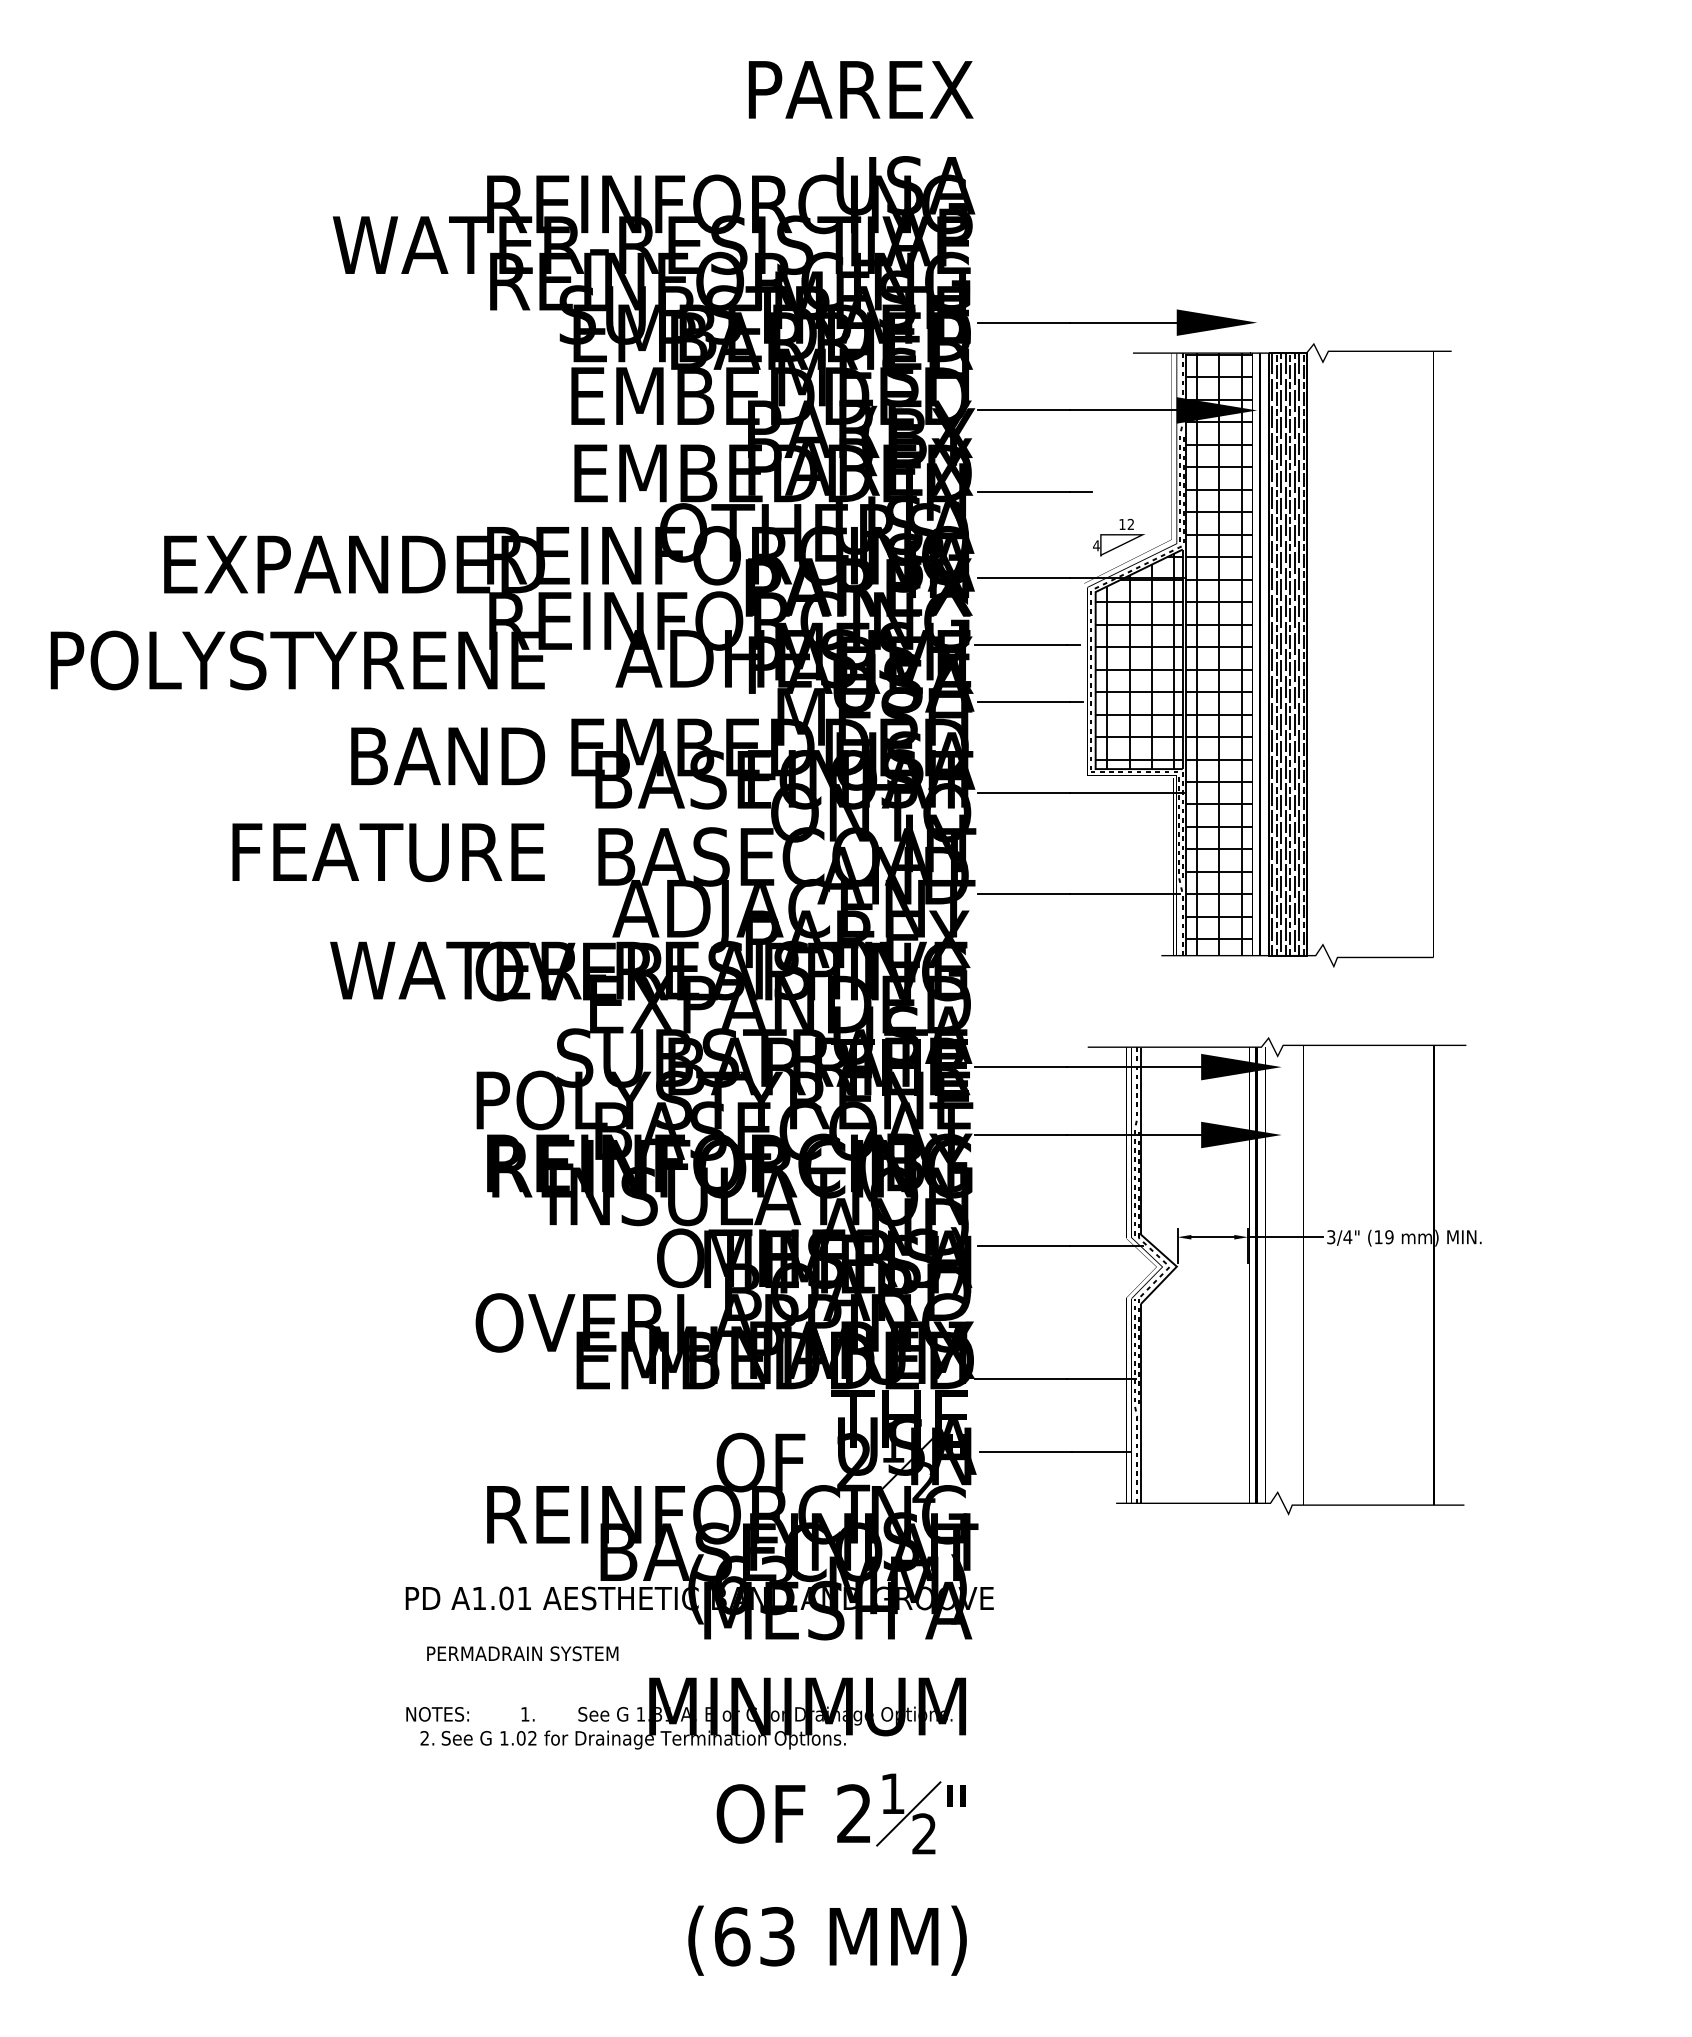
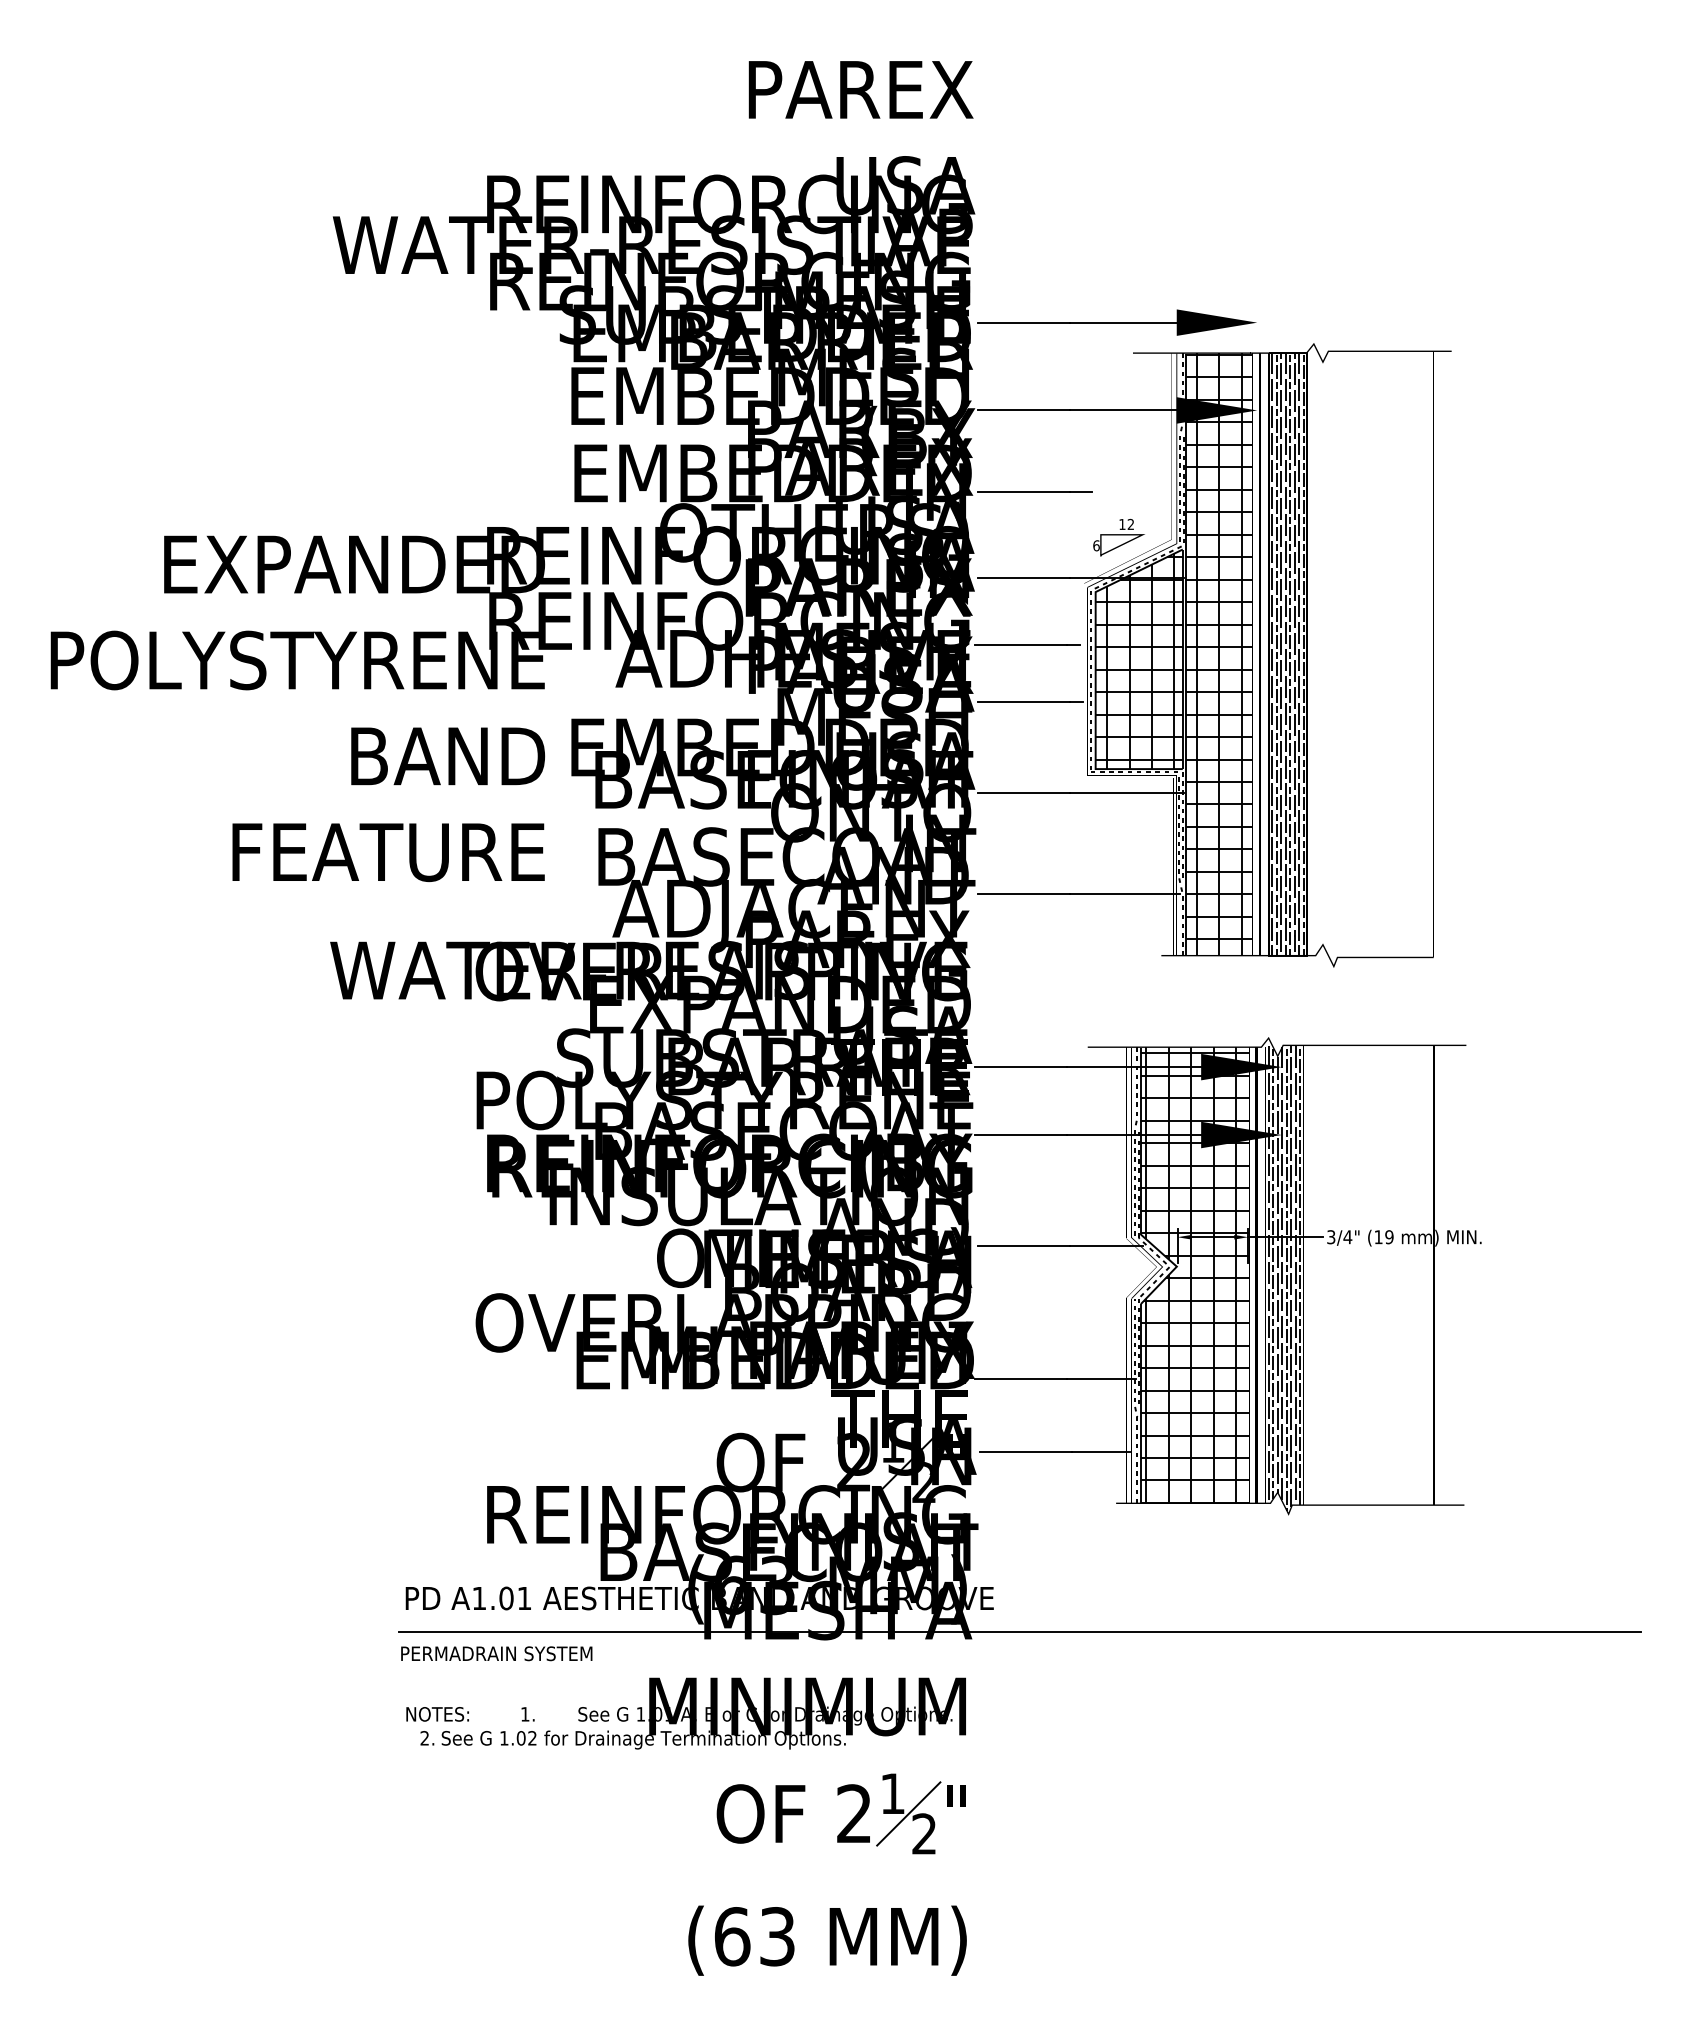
text at (1096, 545): 4 -> 6
hatch at (1194, 1275): none -> present
hatch at (1284, 1277): none -> present
line at (1019, 1631): none -> present
text at (522, 1653) position: (522, 1653) -> (496, 1653)
text at (659, 1714): 1.31 -> 1.01
